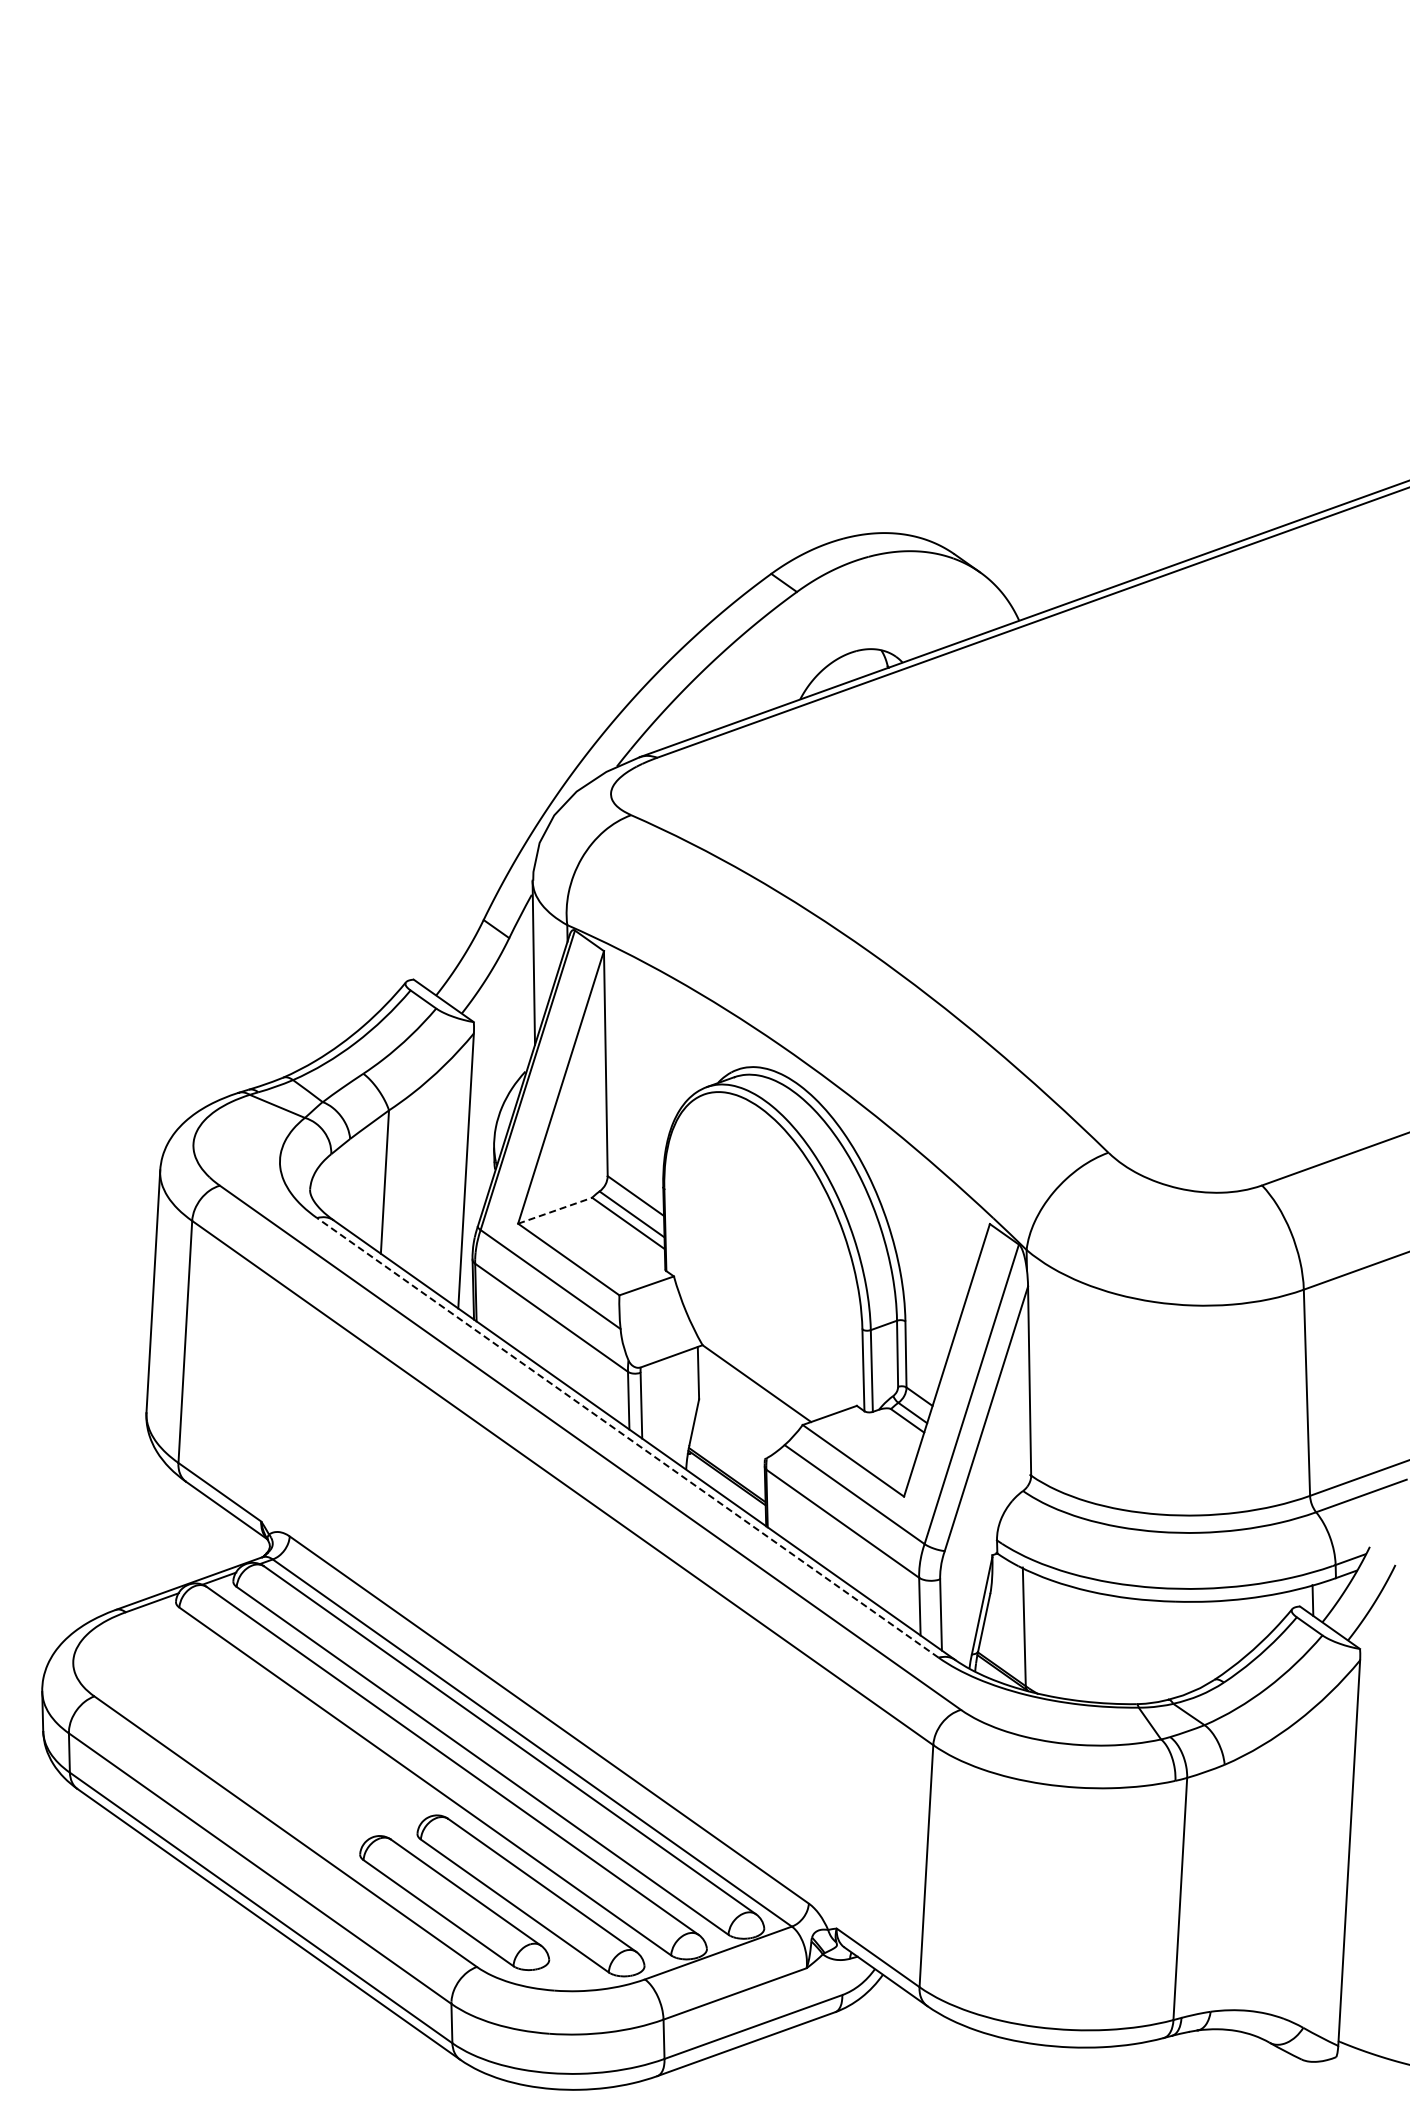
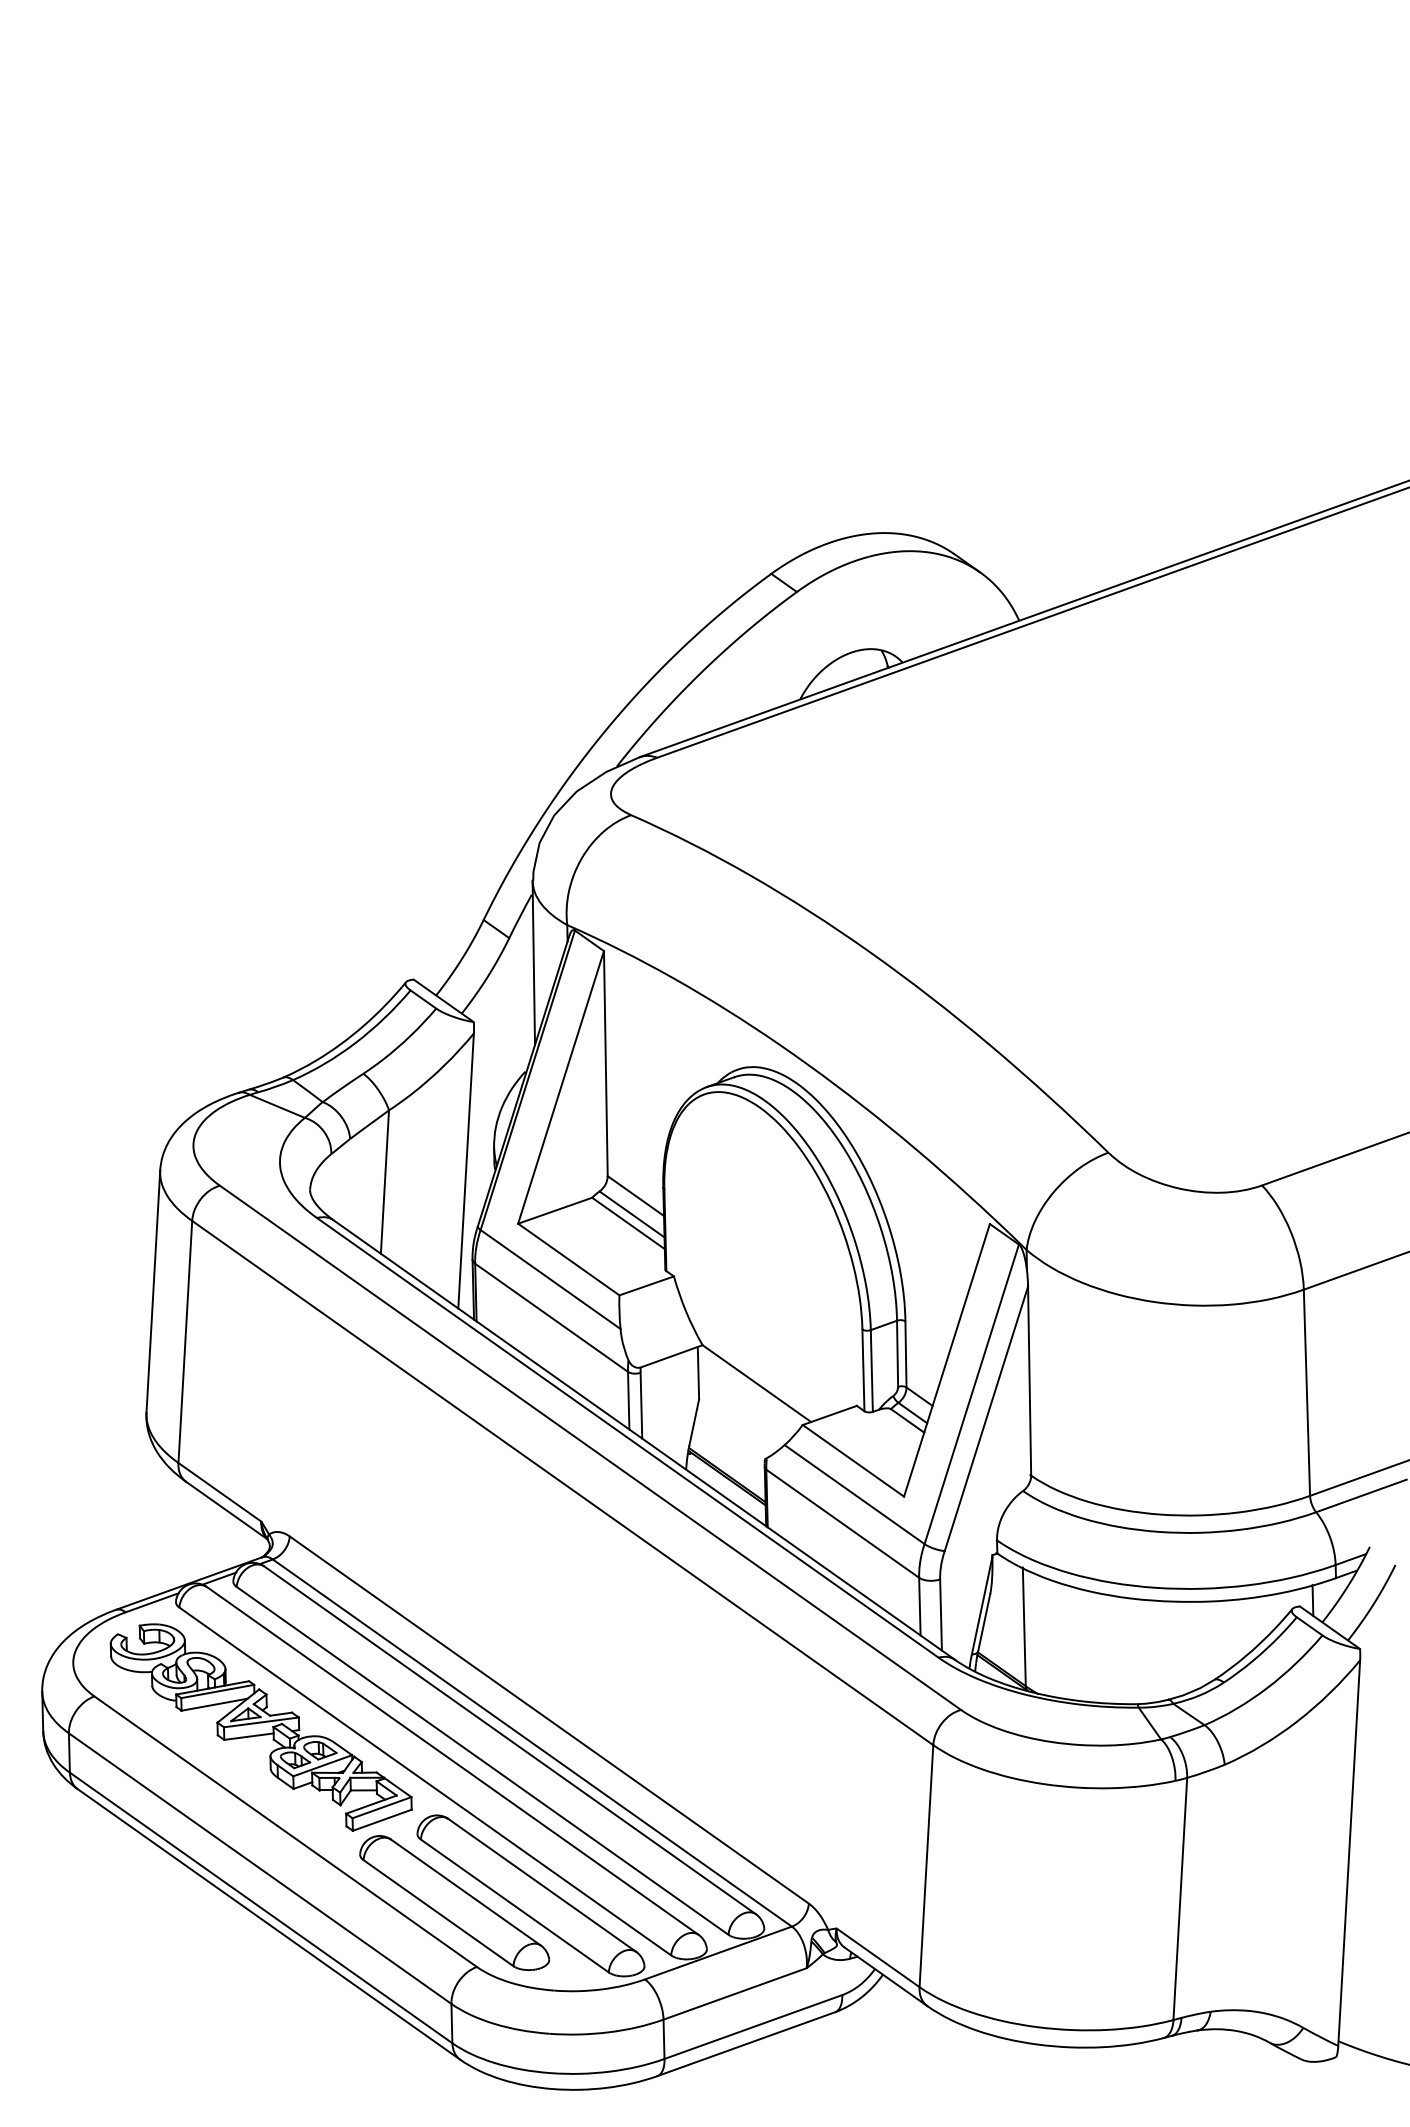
line at (555, 1210): dashed -> solid
line at (627, 1437): dashed -> solid
part at (260, 1727): none -> present
